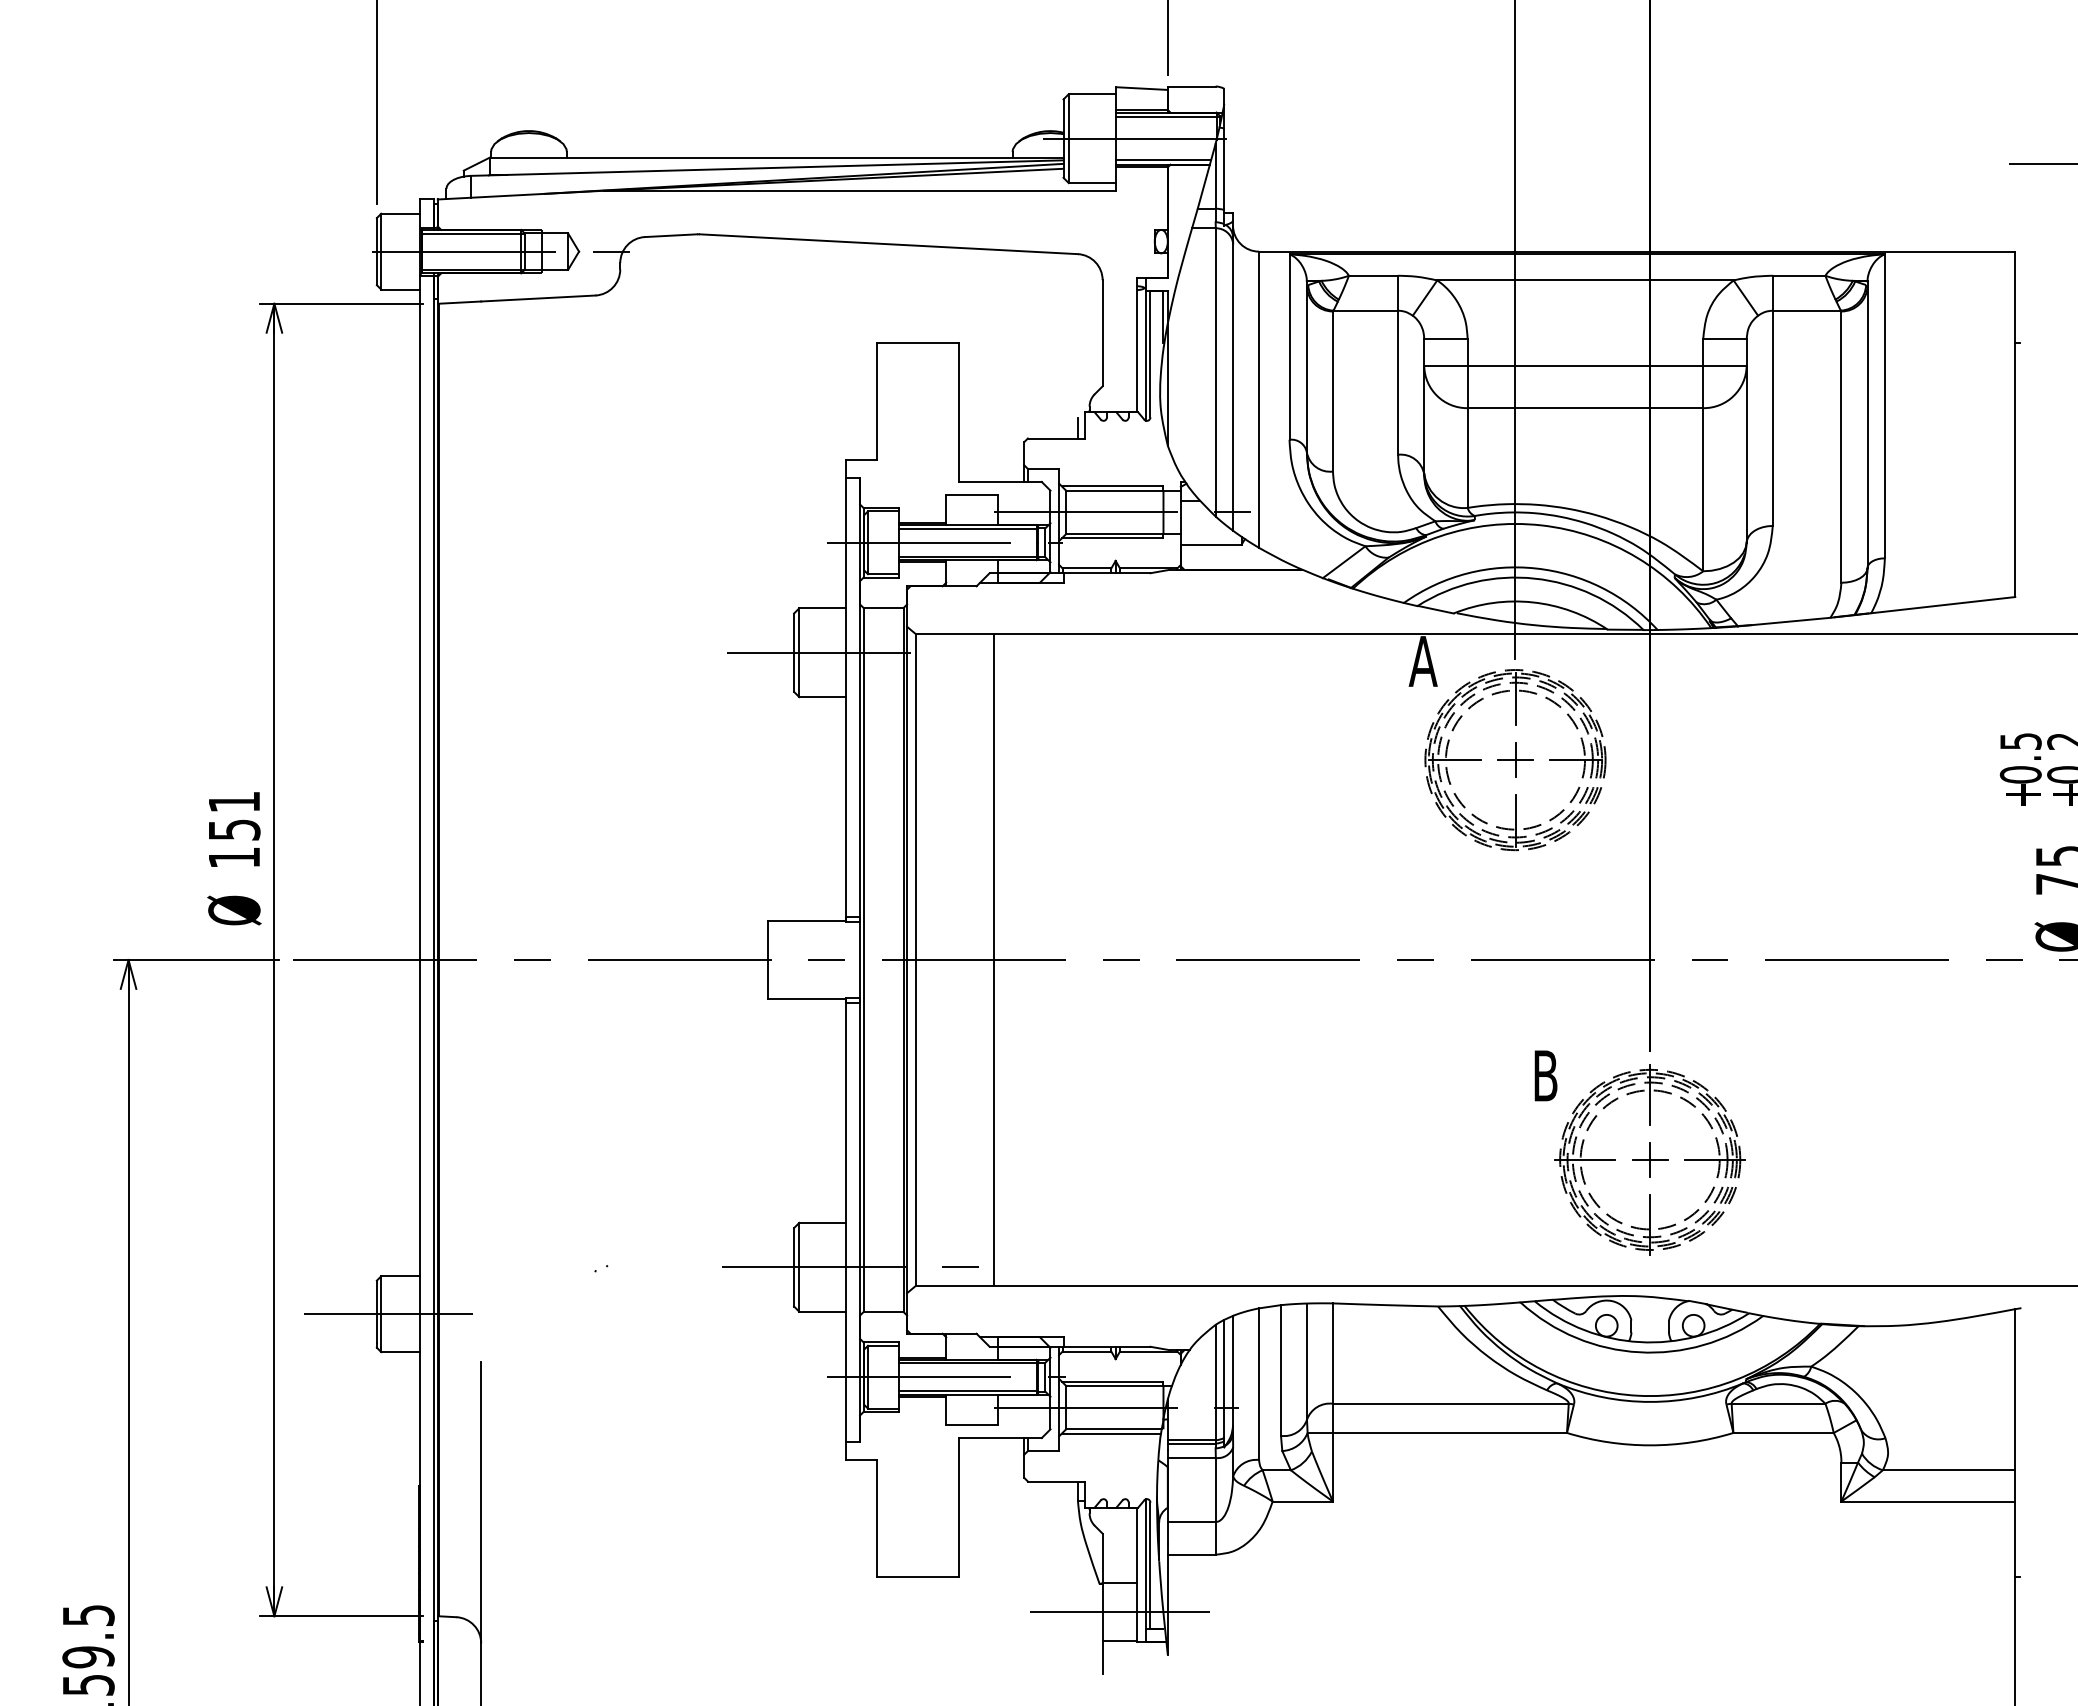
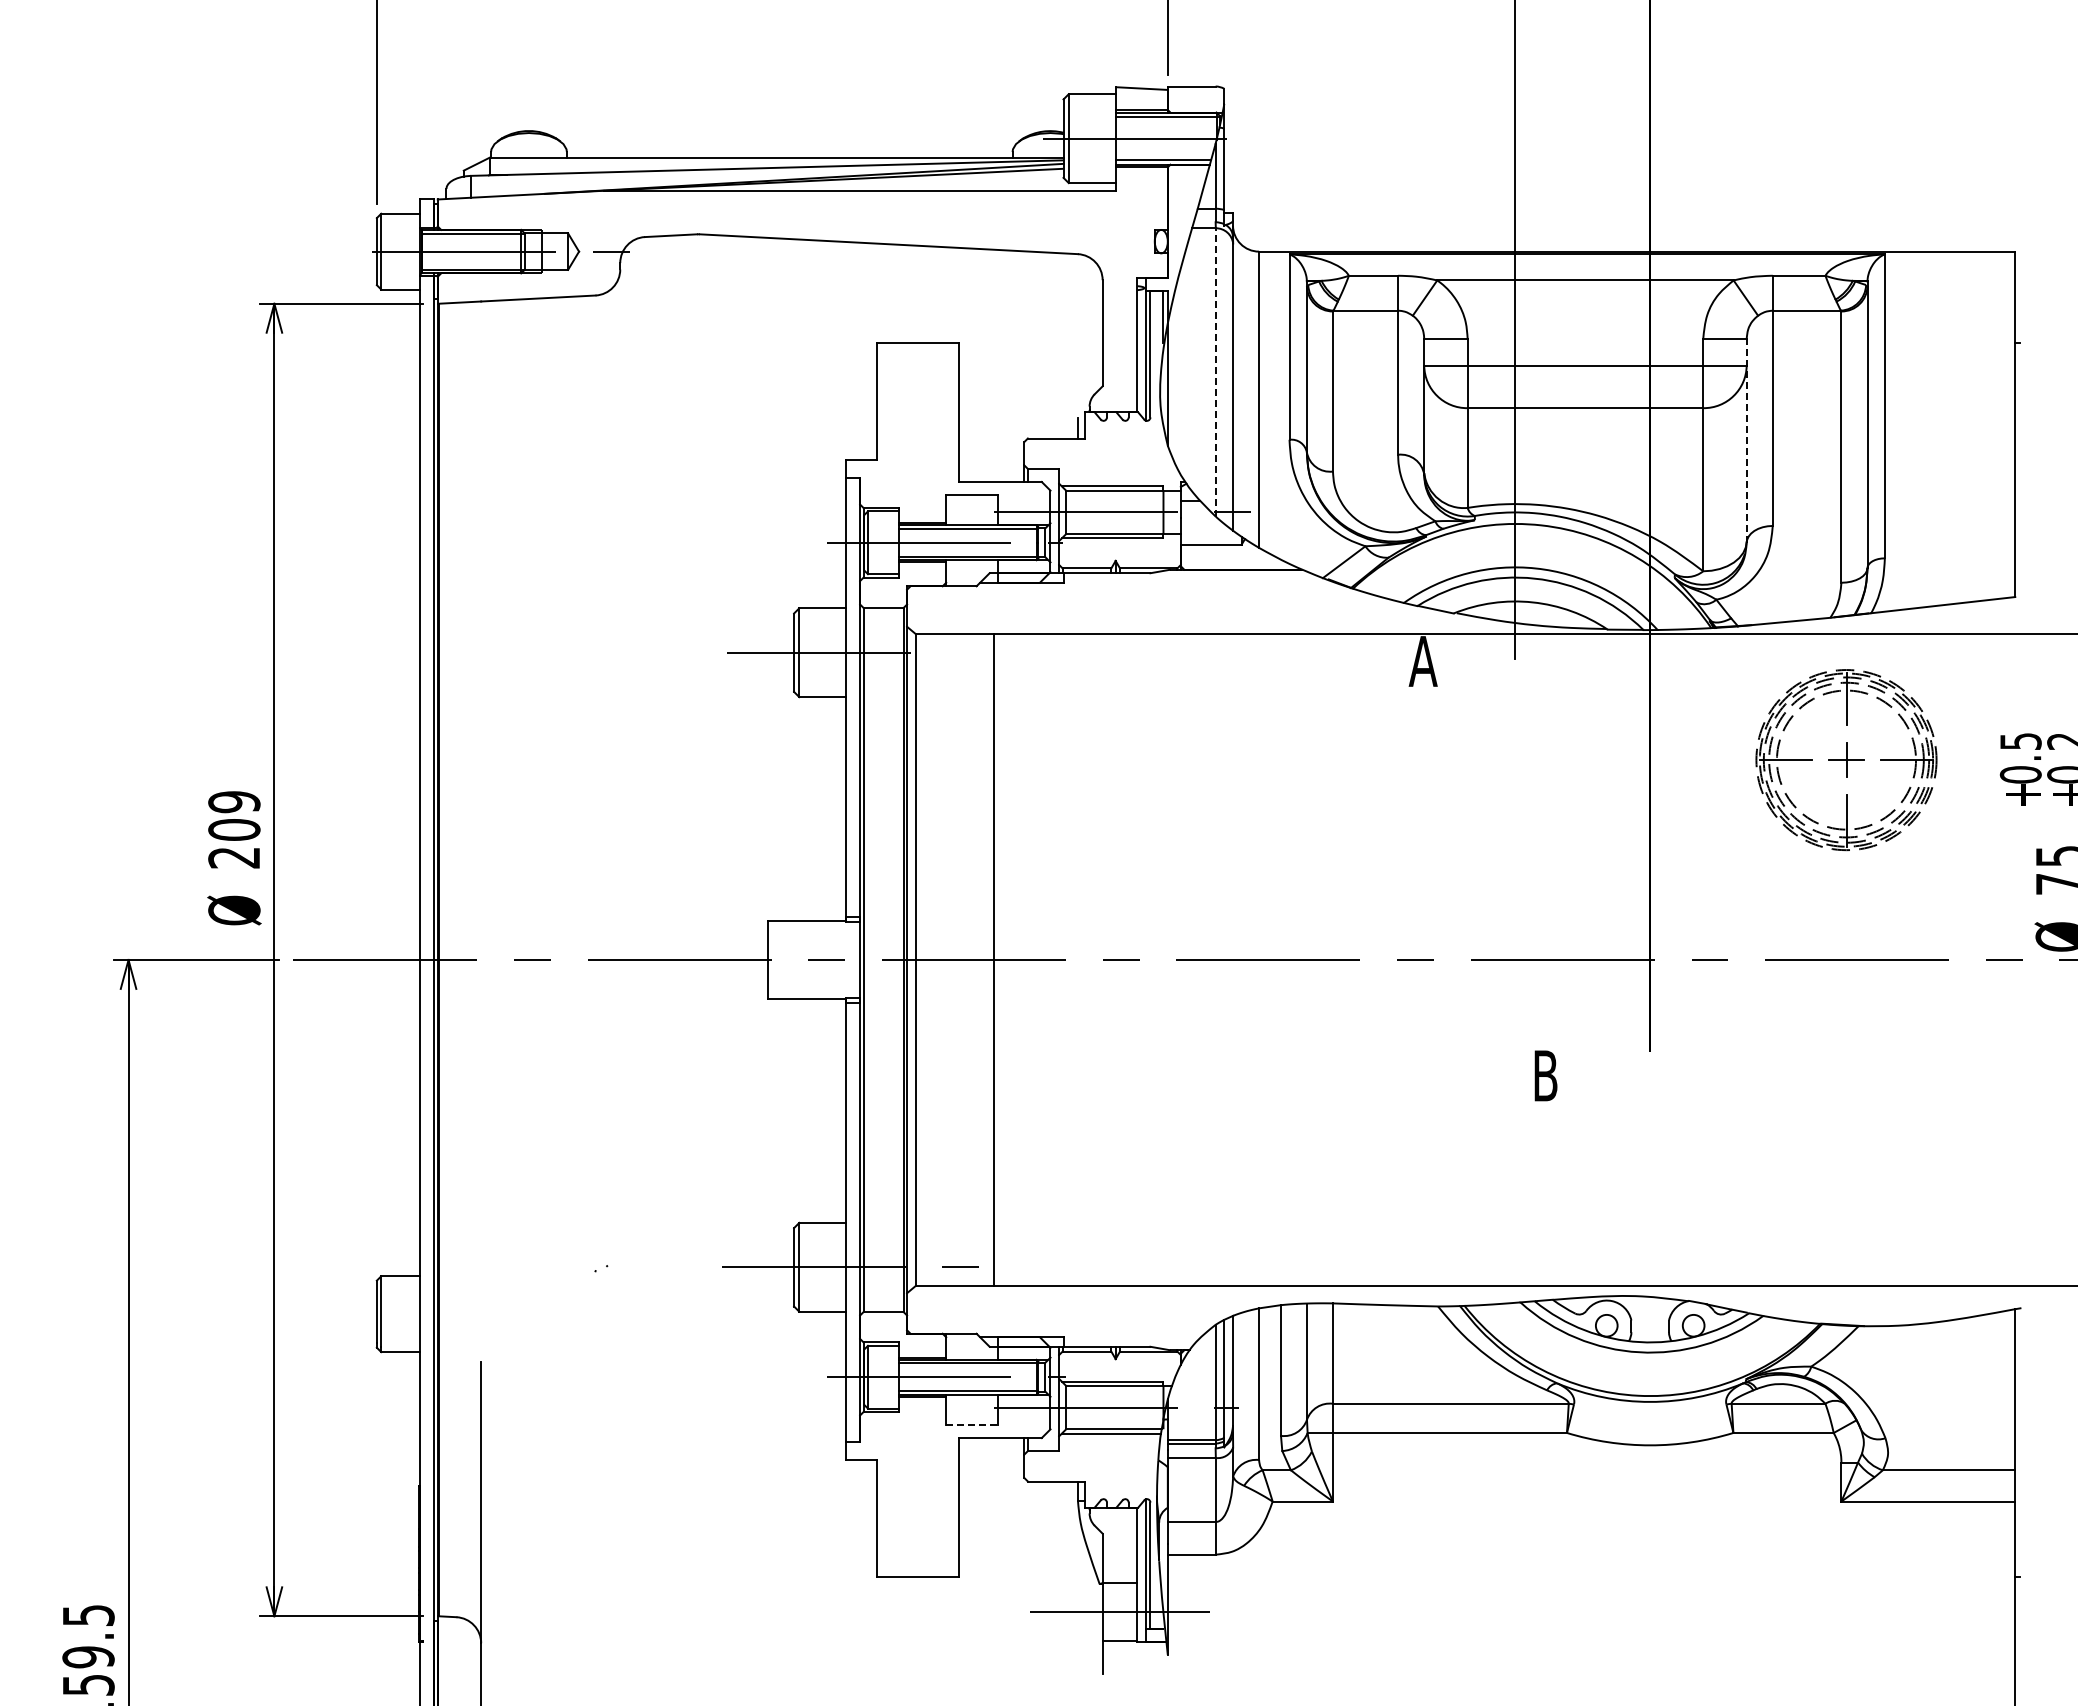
line at (2041, 163): present -> none
line at (1215, 371): solid -> dashed
line at (1746, 440): solid -> dashed
part at (1515, 760) position: (1515, 760) -> (1846, 760)
text at (234, 829): 151 -> 209
part at (1649, 1159): present -> none
line at (388, 1314): present -> none
line at (972, 1425): solid -> dashed
